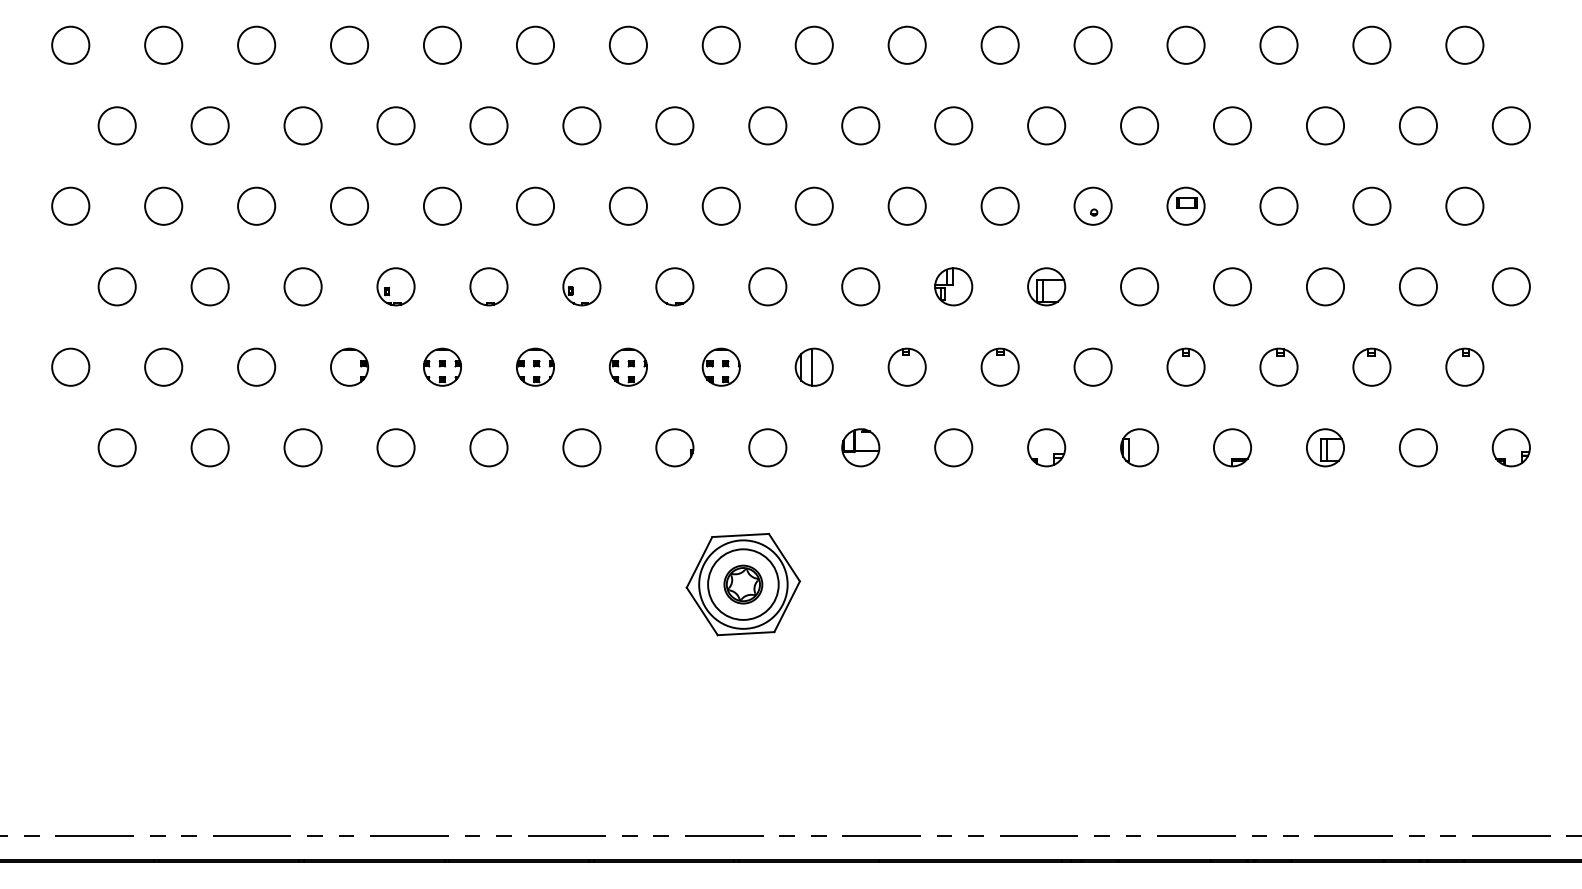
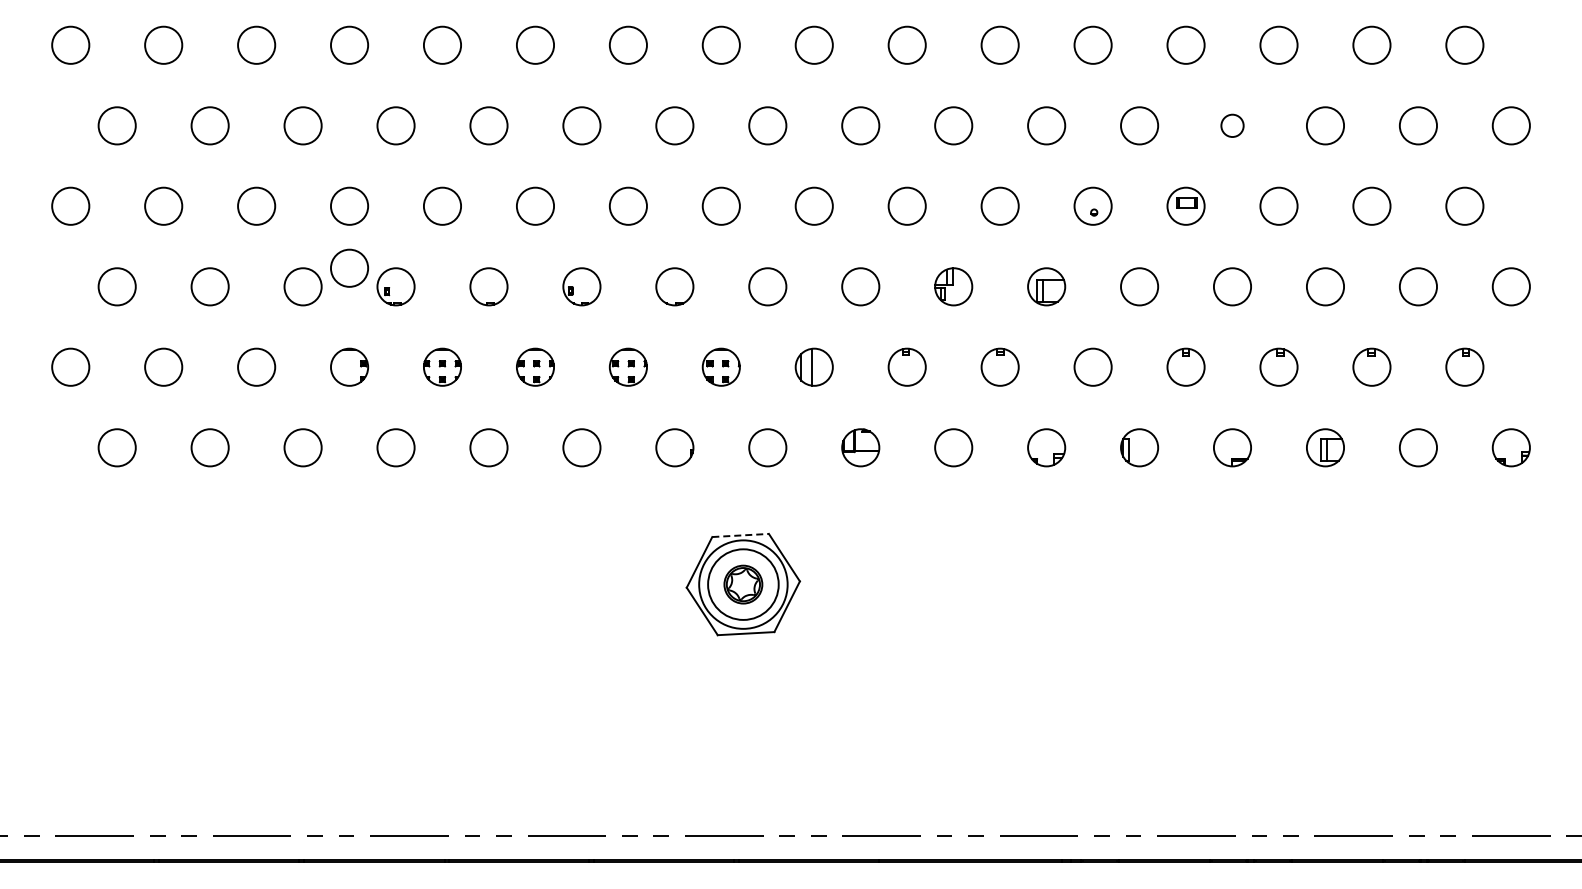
circle at (1232, 125) diameter: 37 px -> 22 px
circle at (349, 267): none -> present
line at (741, 535): solid -> dashed
